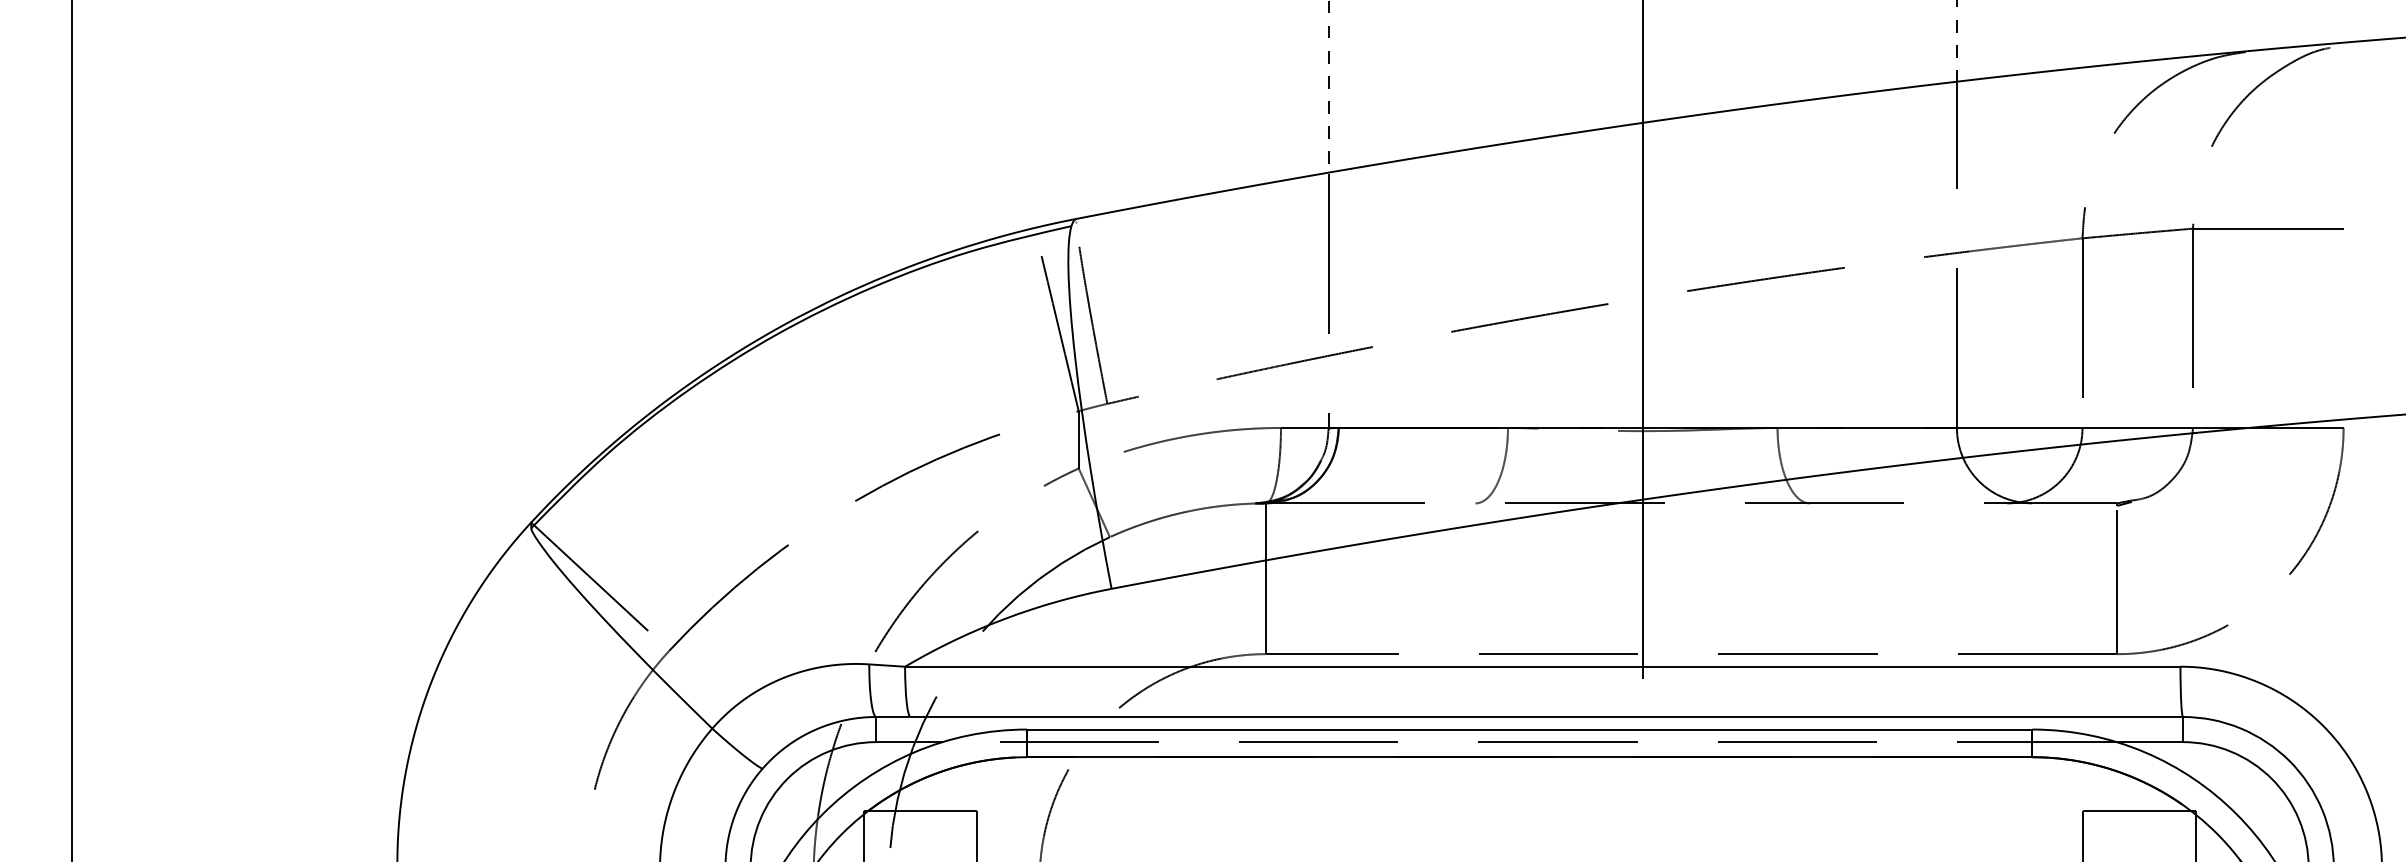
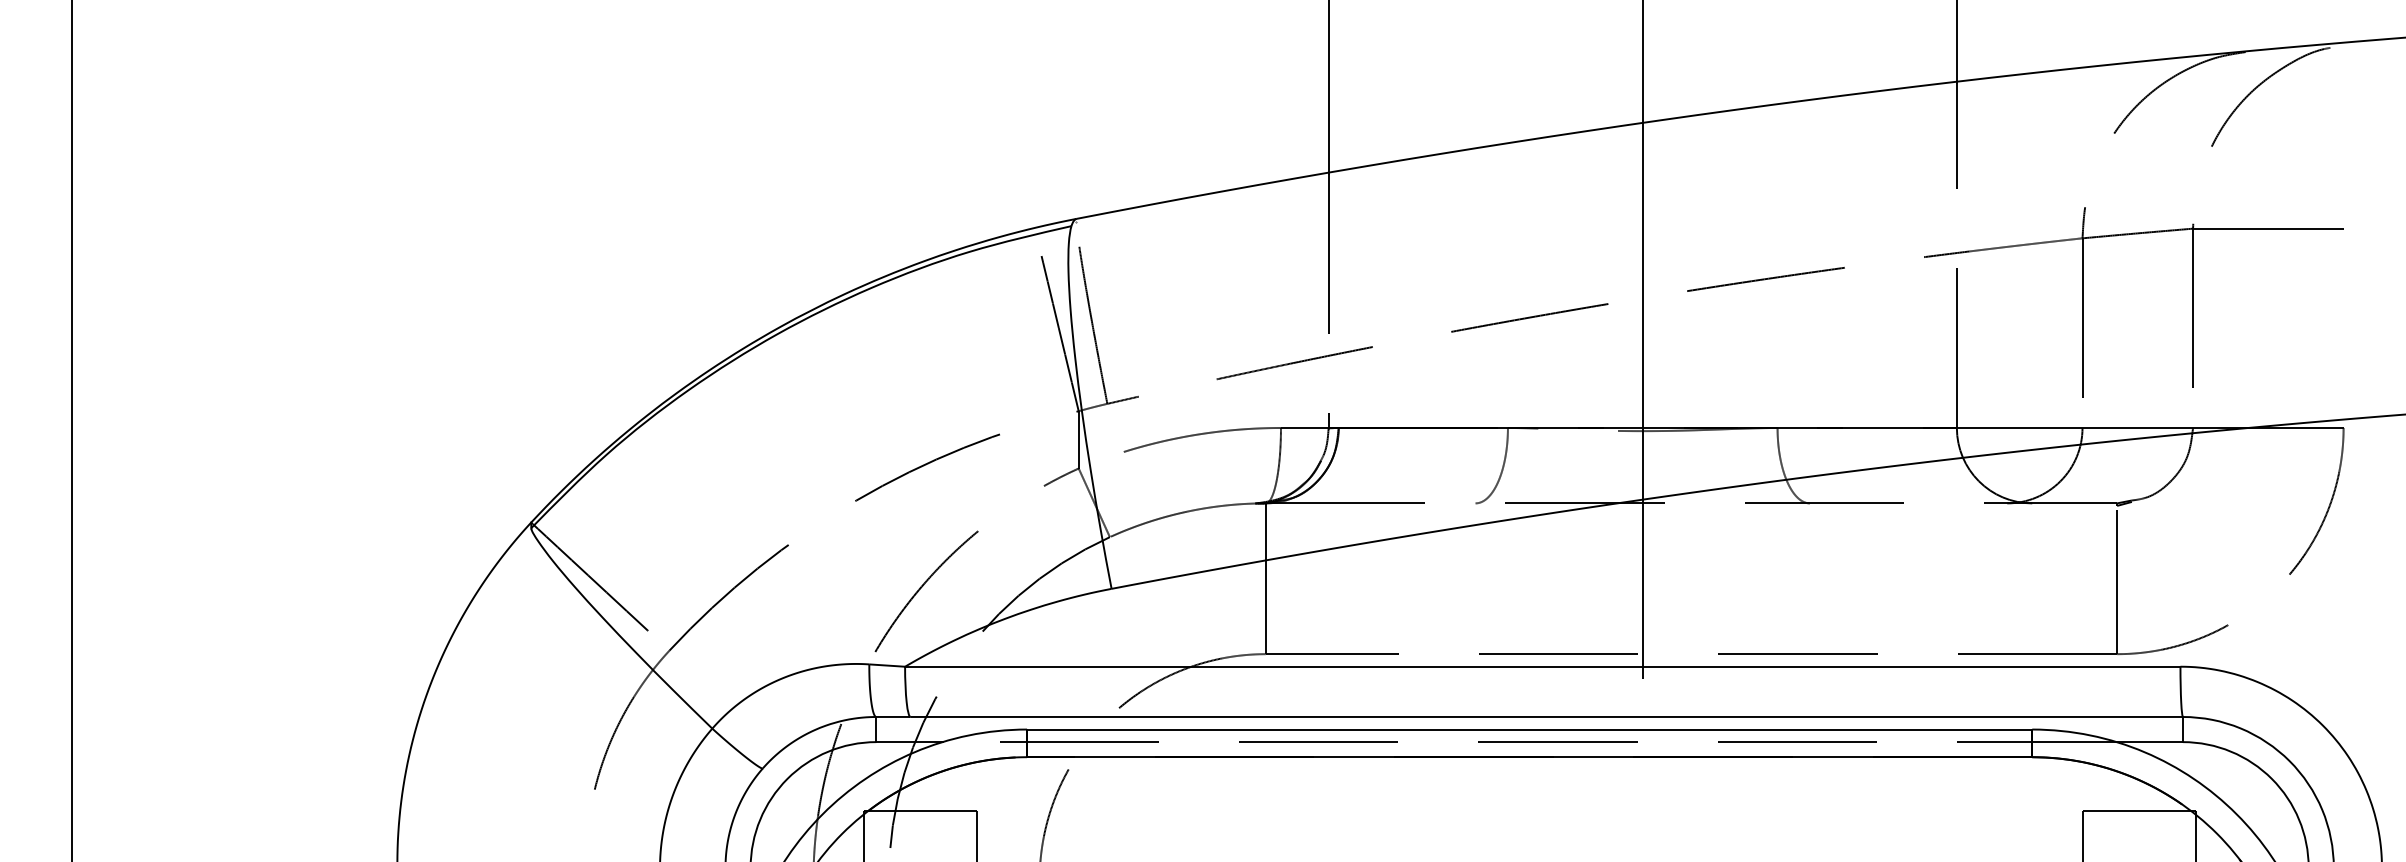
line at (1956, 41): dashed -> solid
line at (1328, 87): dashed -> solid
